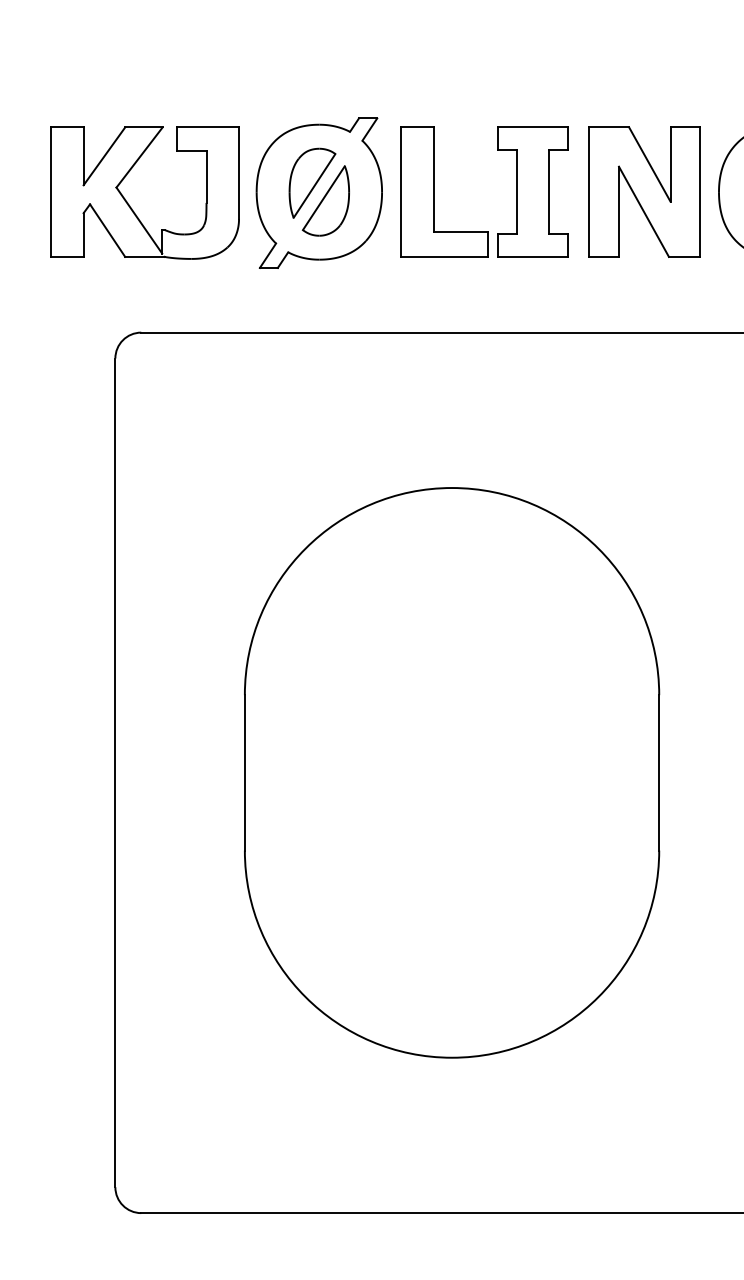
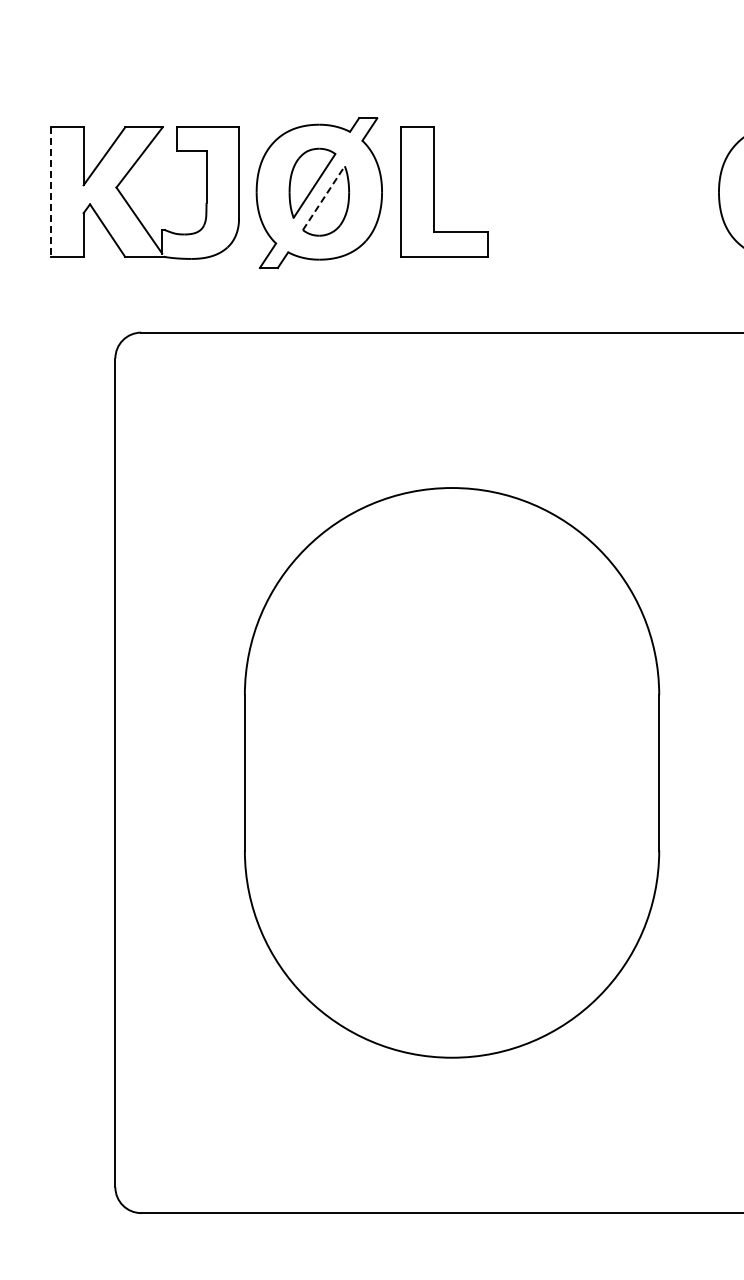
part at (532, 191): present -> none
part at (644, 191): present -> none
line at (51, 192): solid -> dashed
line at (324, 197): solid -> dashed
